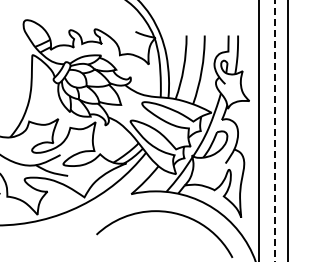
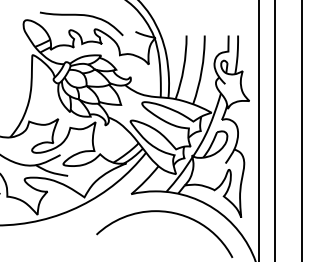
curve at (84, 16): none -> present
line at (275, 130): dashed -> solid
line at (288, 130) position: (288, 130) -> (302, 130)
